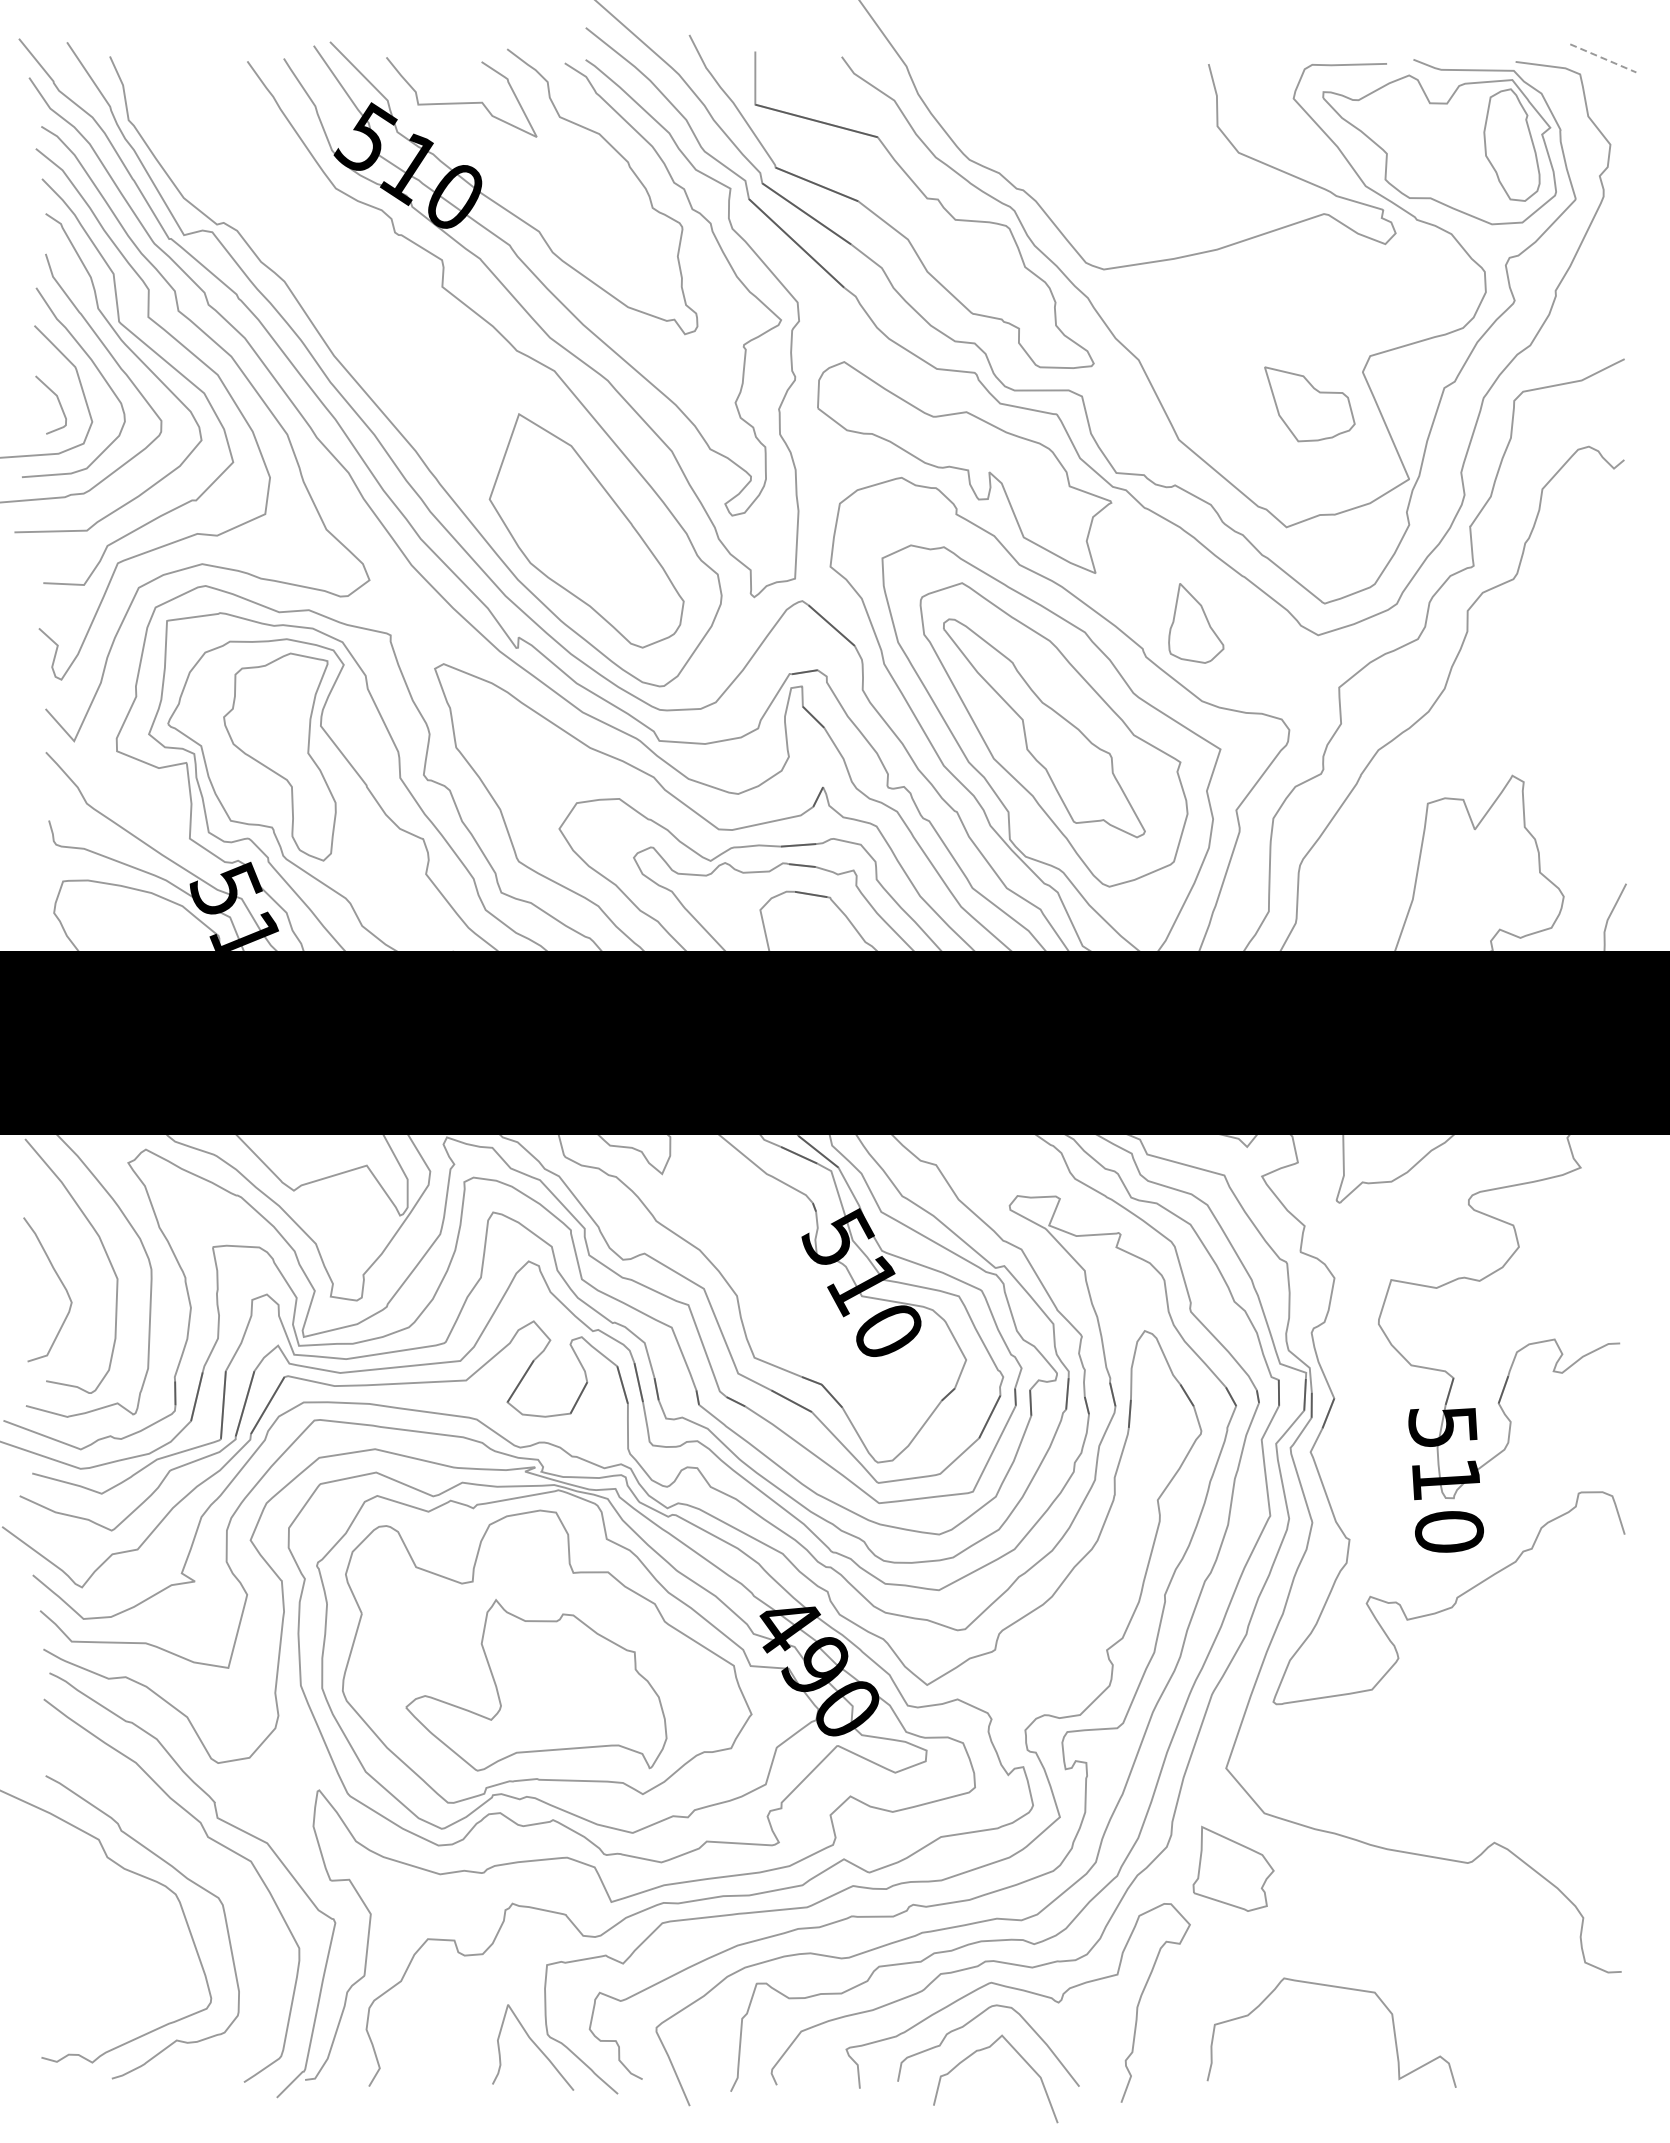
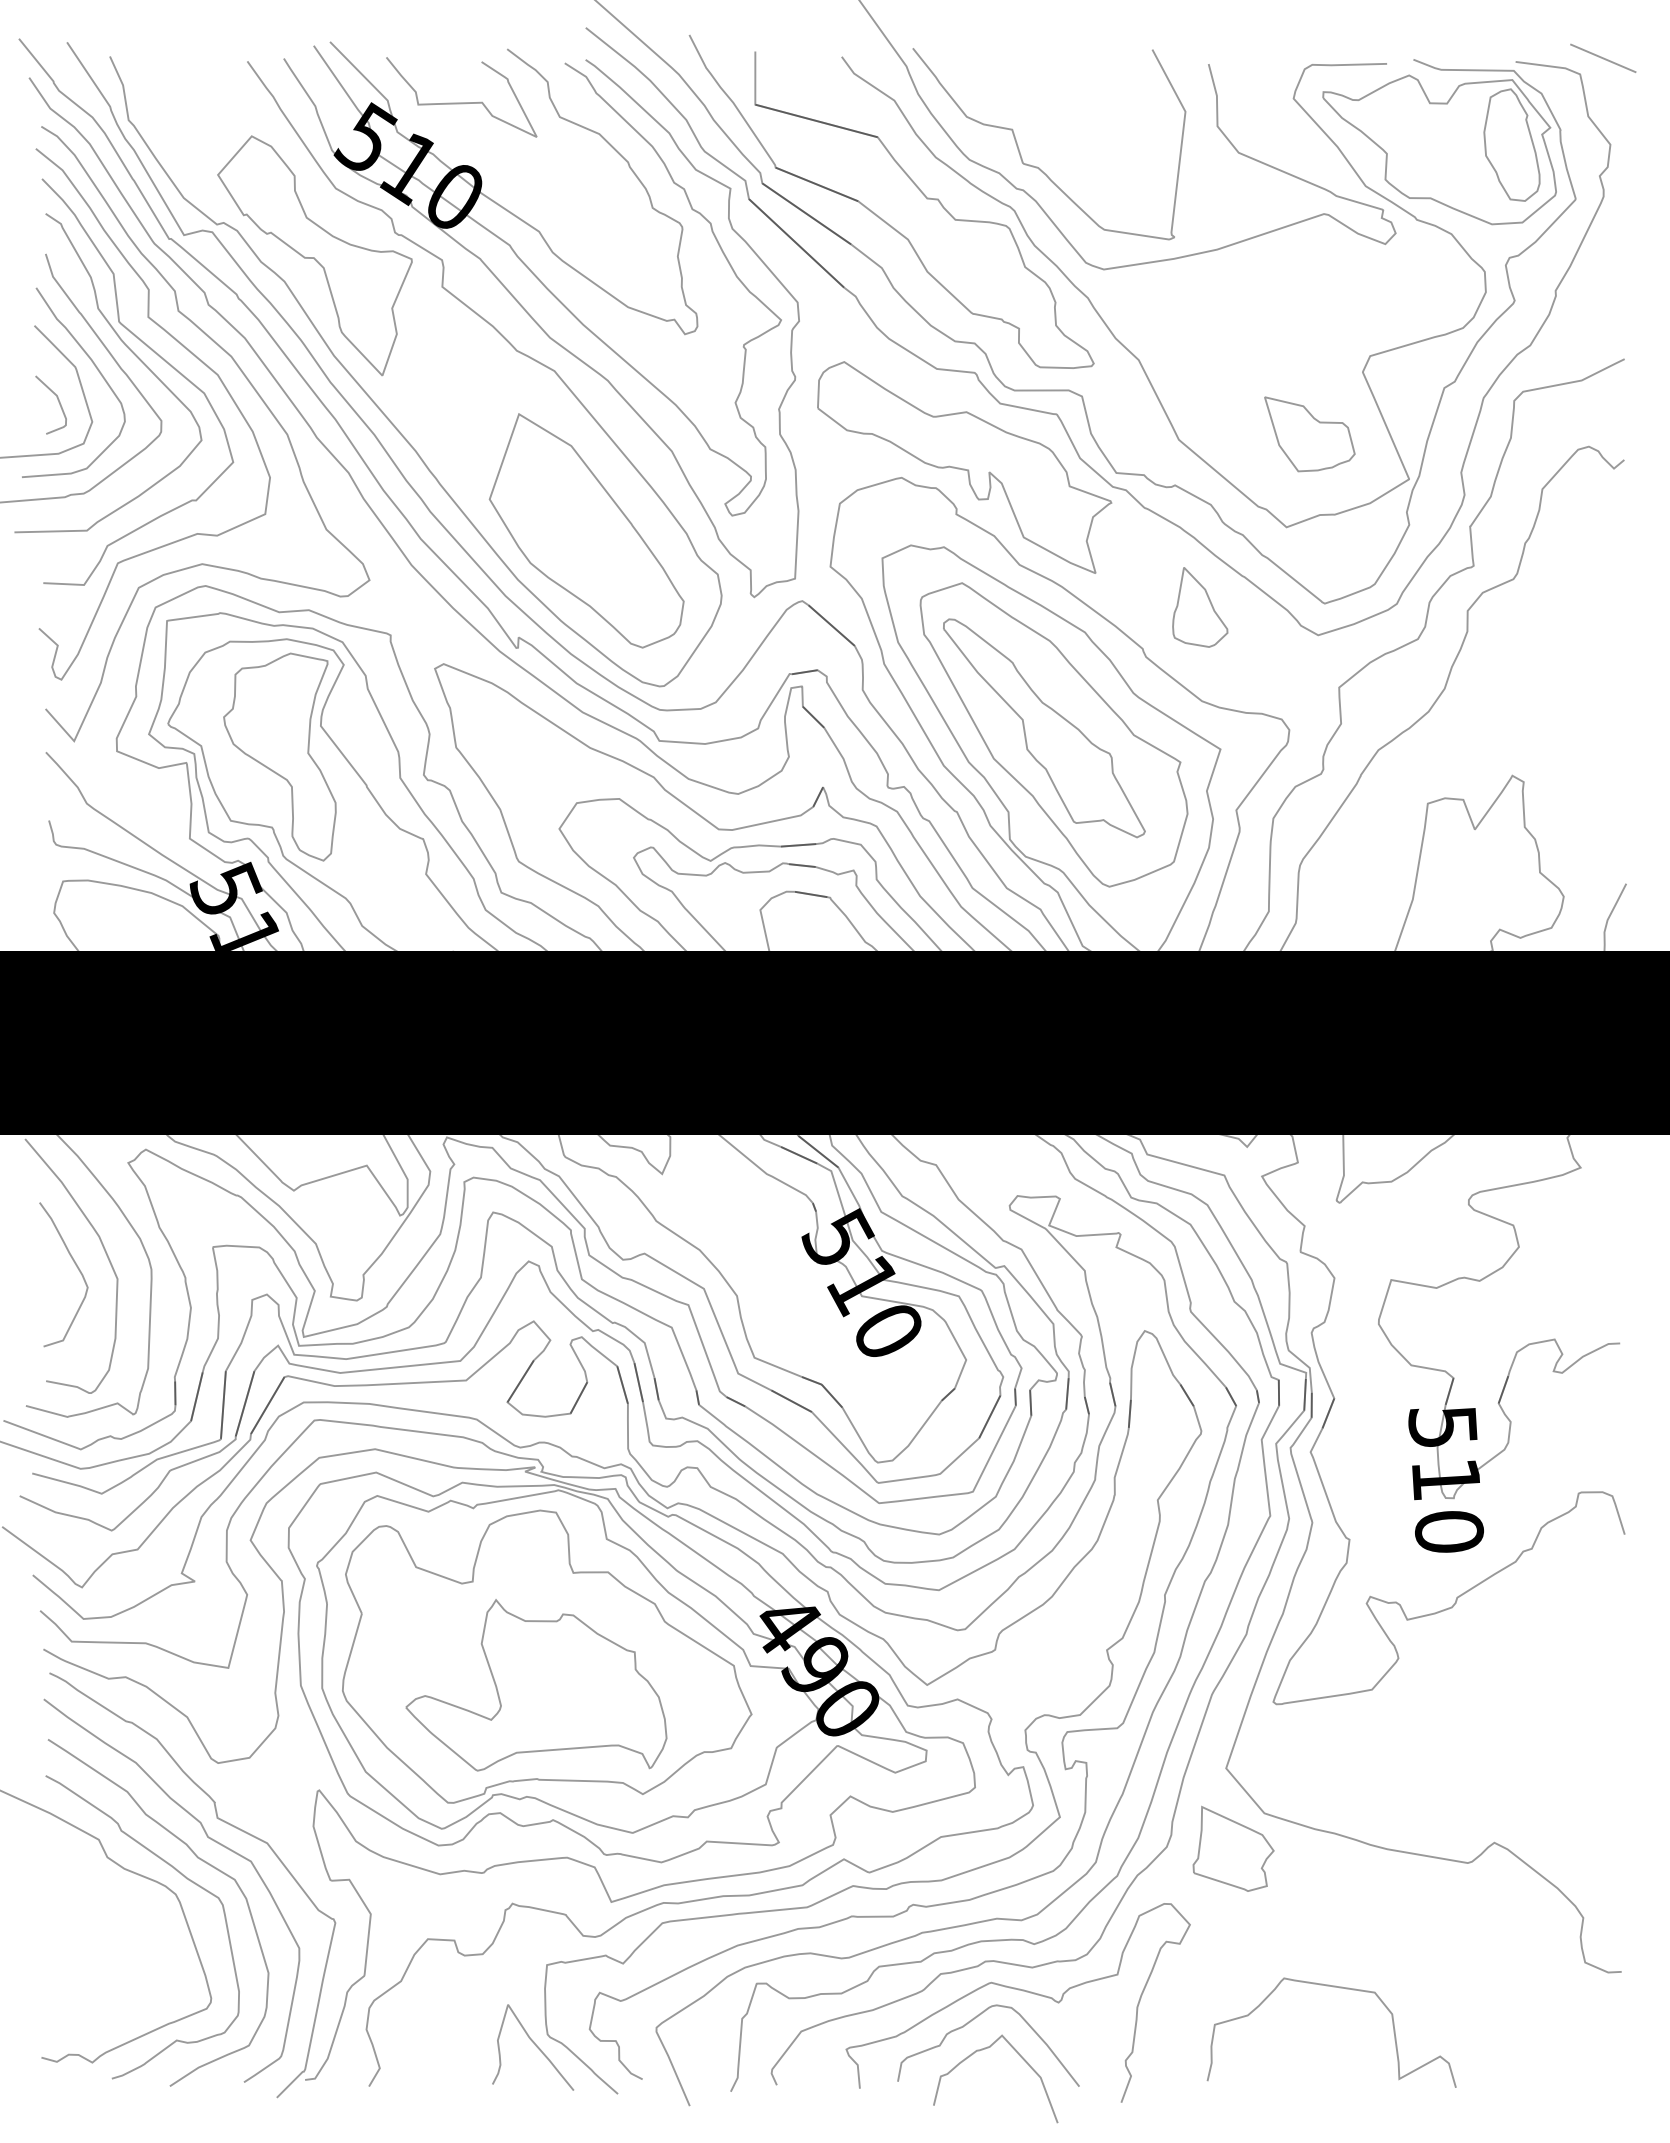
line at (1603, 58): dashed -> solid
curve at (1038, 167): none -> present
part at (314, 255): none -> present
part at (1309, 404) position: (1309, 404) -> (1309, 434)
part at (1196, 623) position: (1196, 623) -> (1200, 607)
curve at (59, 1280) position: (59, 1280) -> (75, 1265)
curve at (197, 1858): none -> present
part at (1233, 1868) position: (1233, 1868) -> (1233, 1848)
